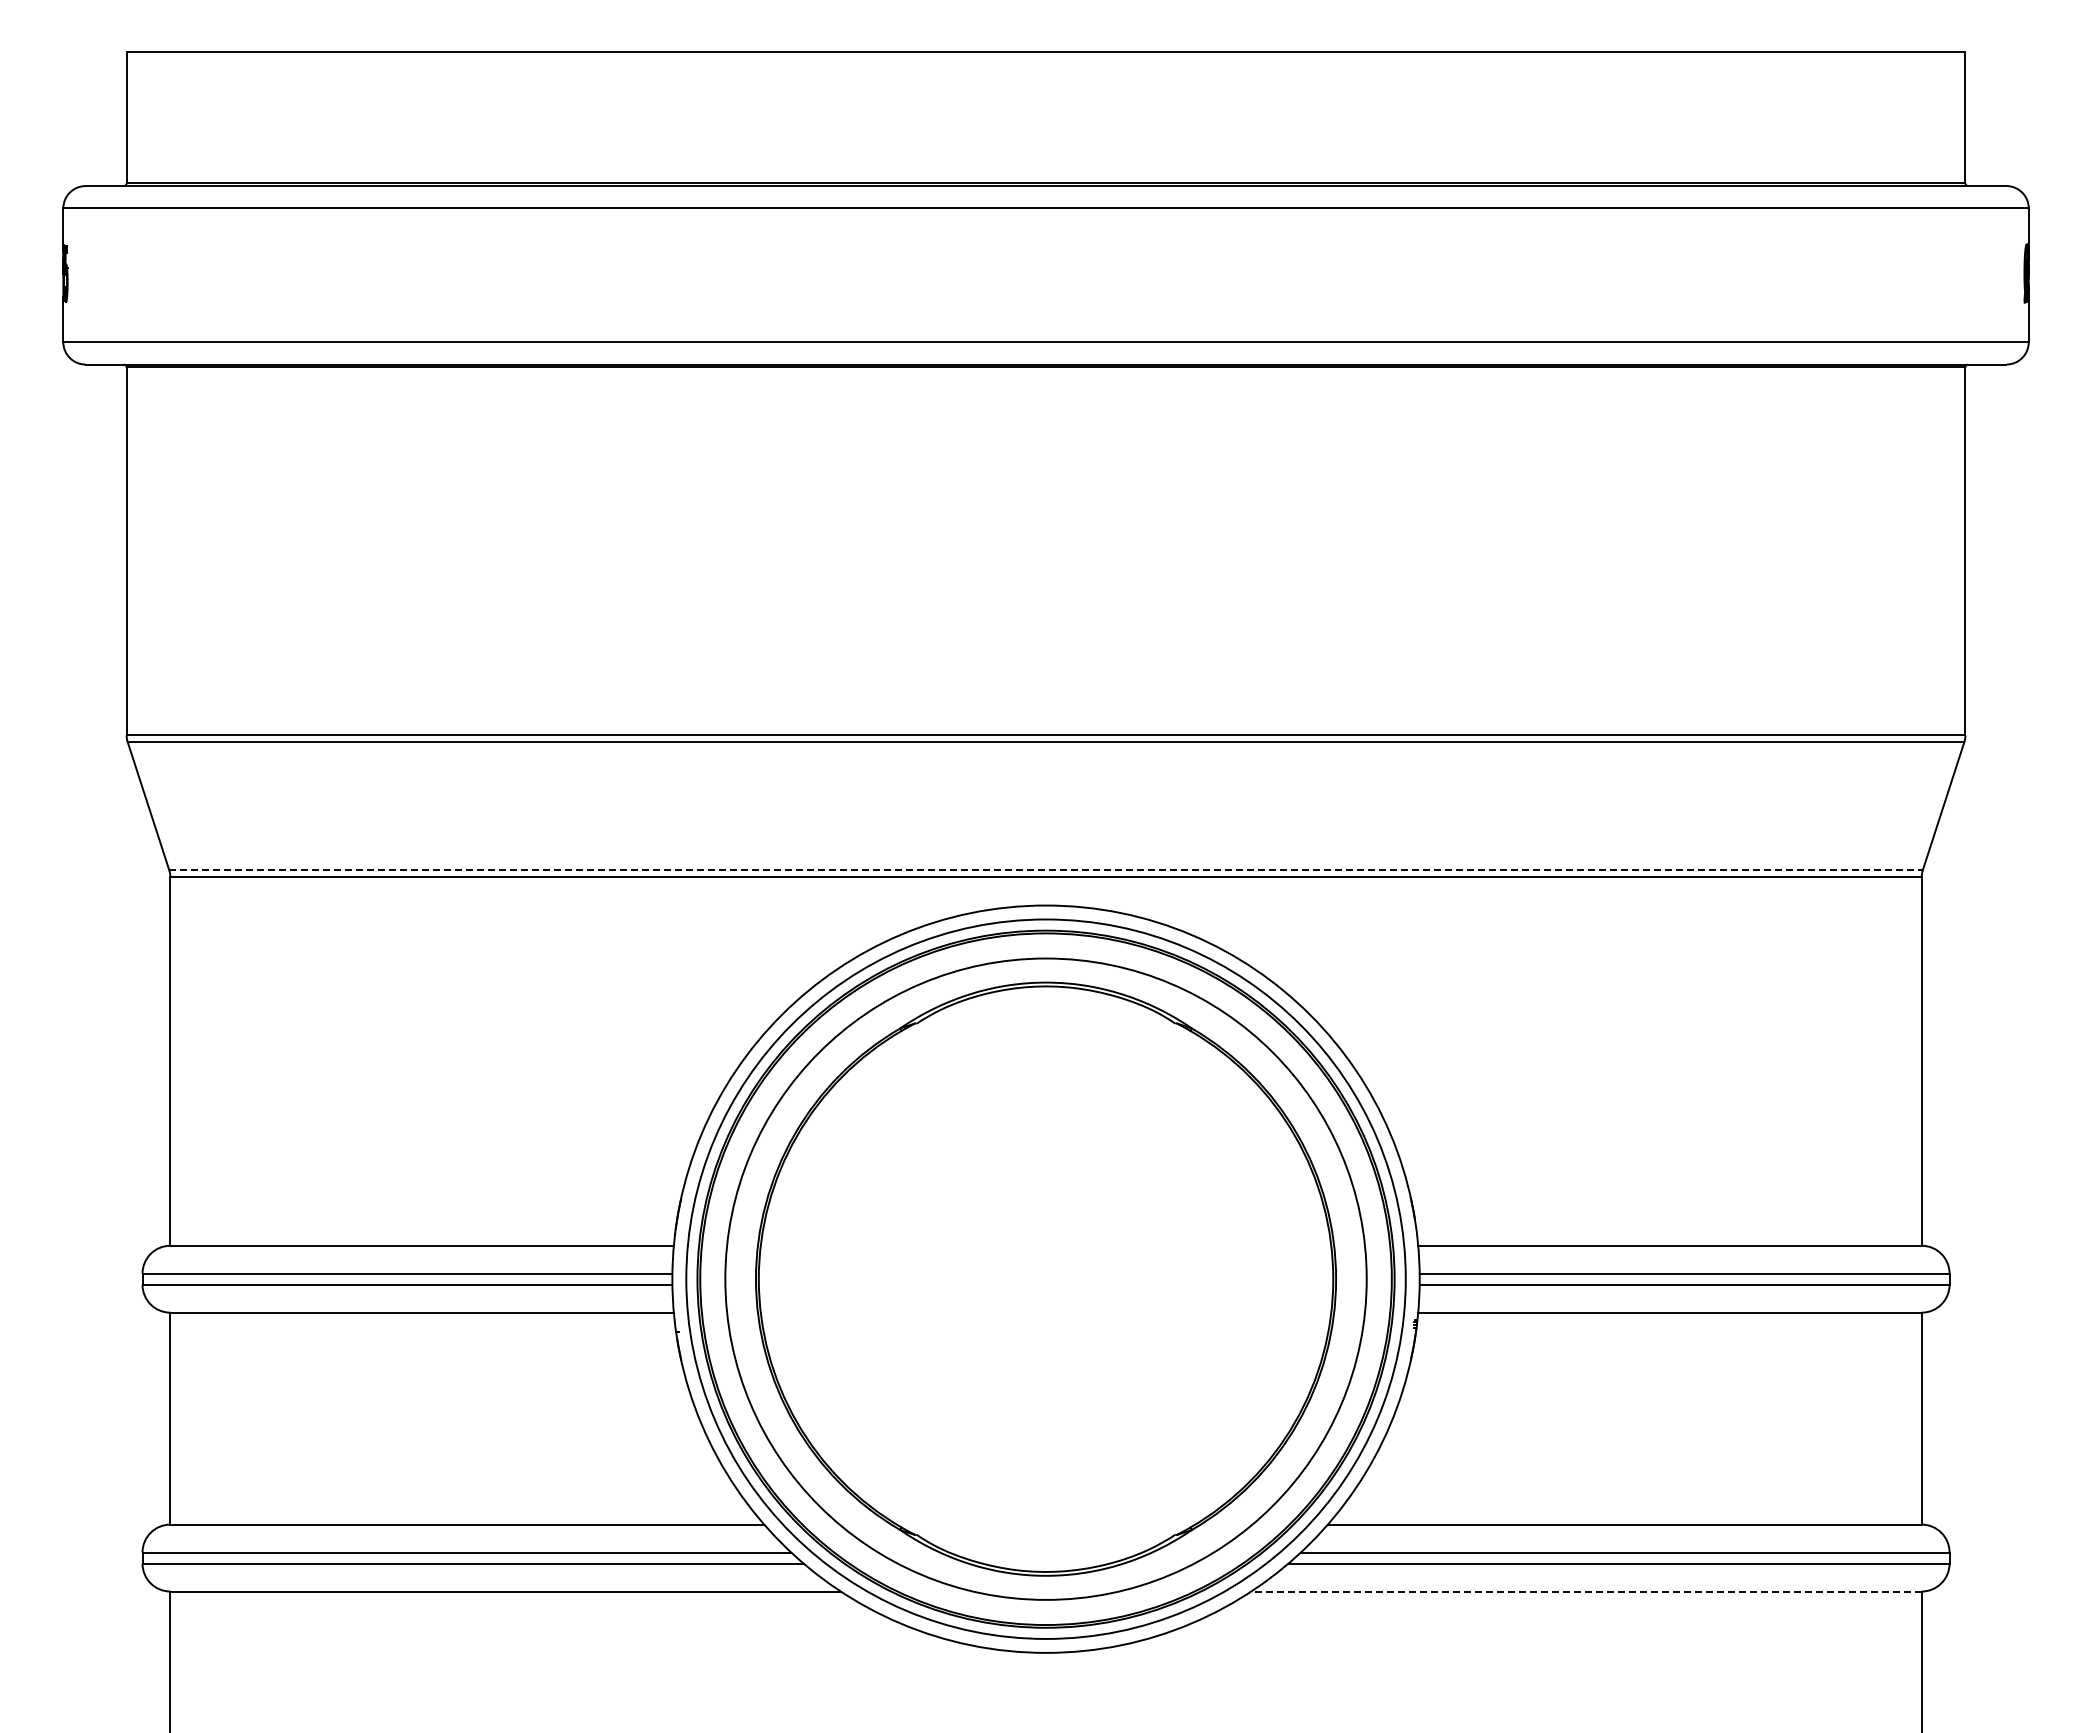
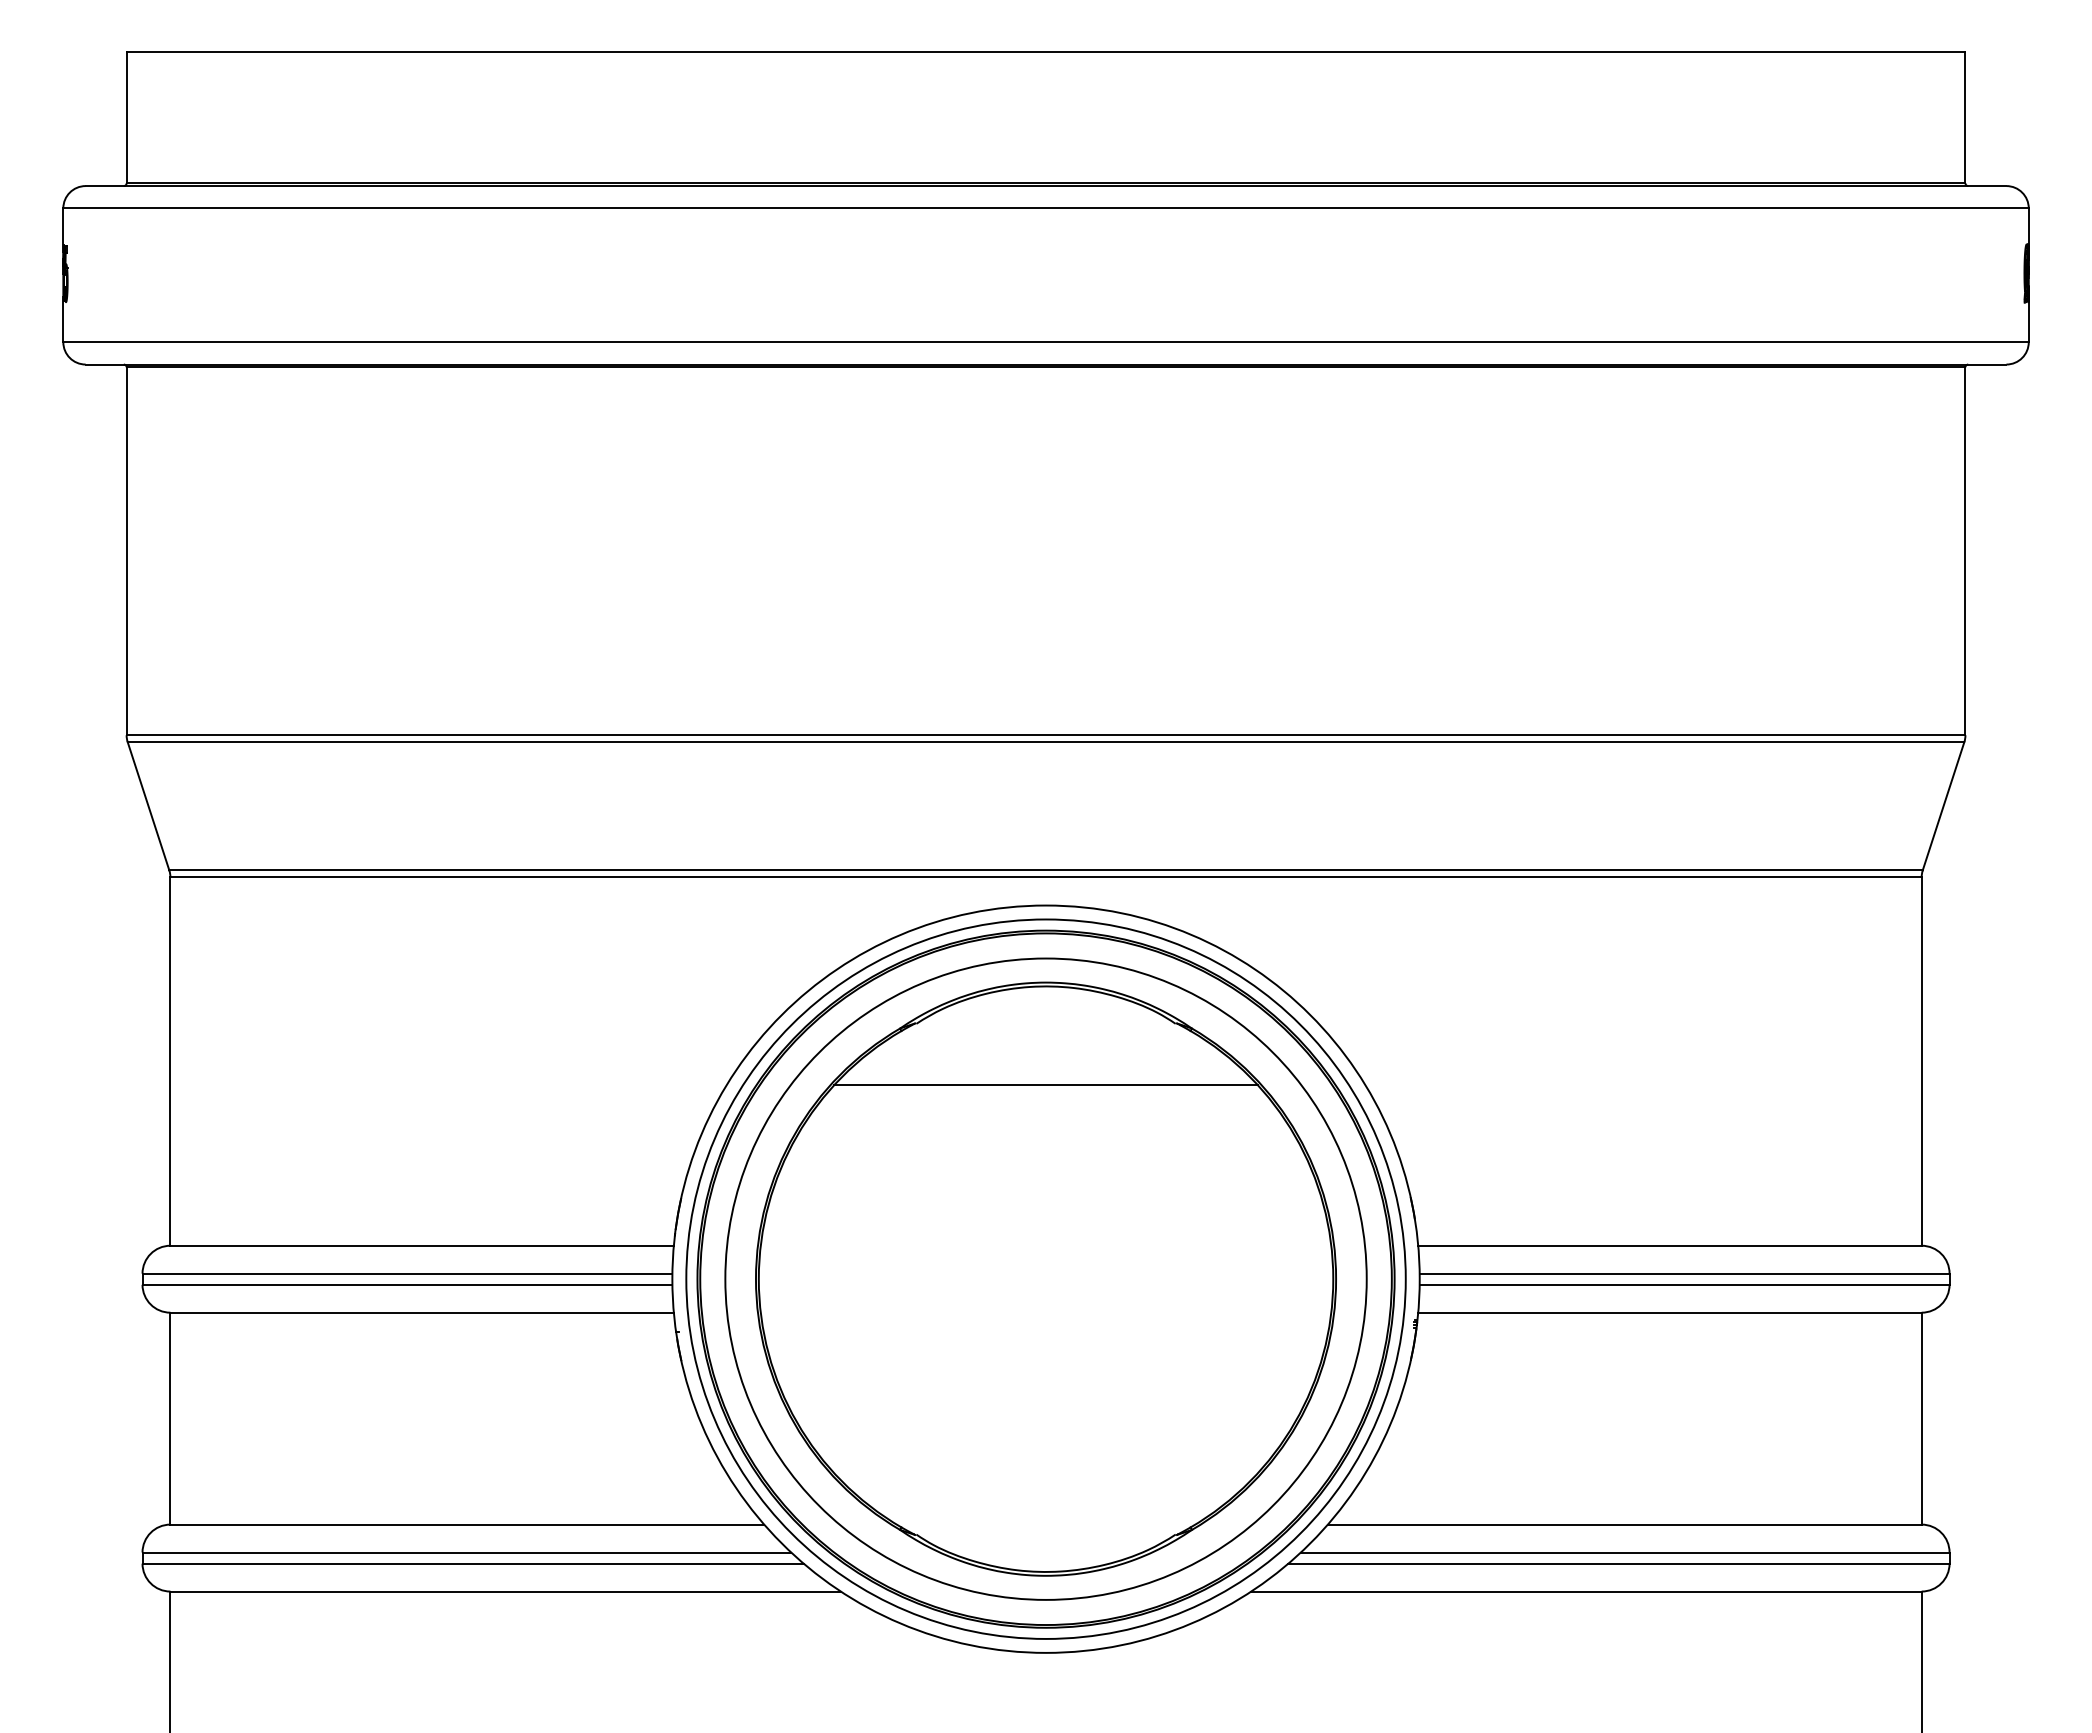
line at (1046, 870): dashed -> solid
line at (1045, 1085): none -> present
line at (1585, 1591): dashed -> solid
